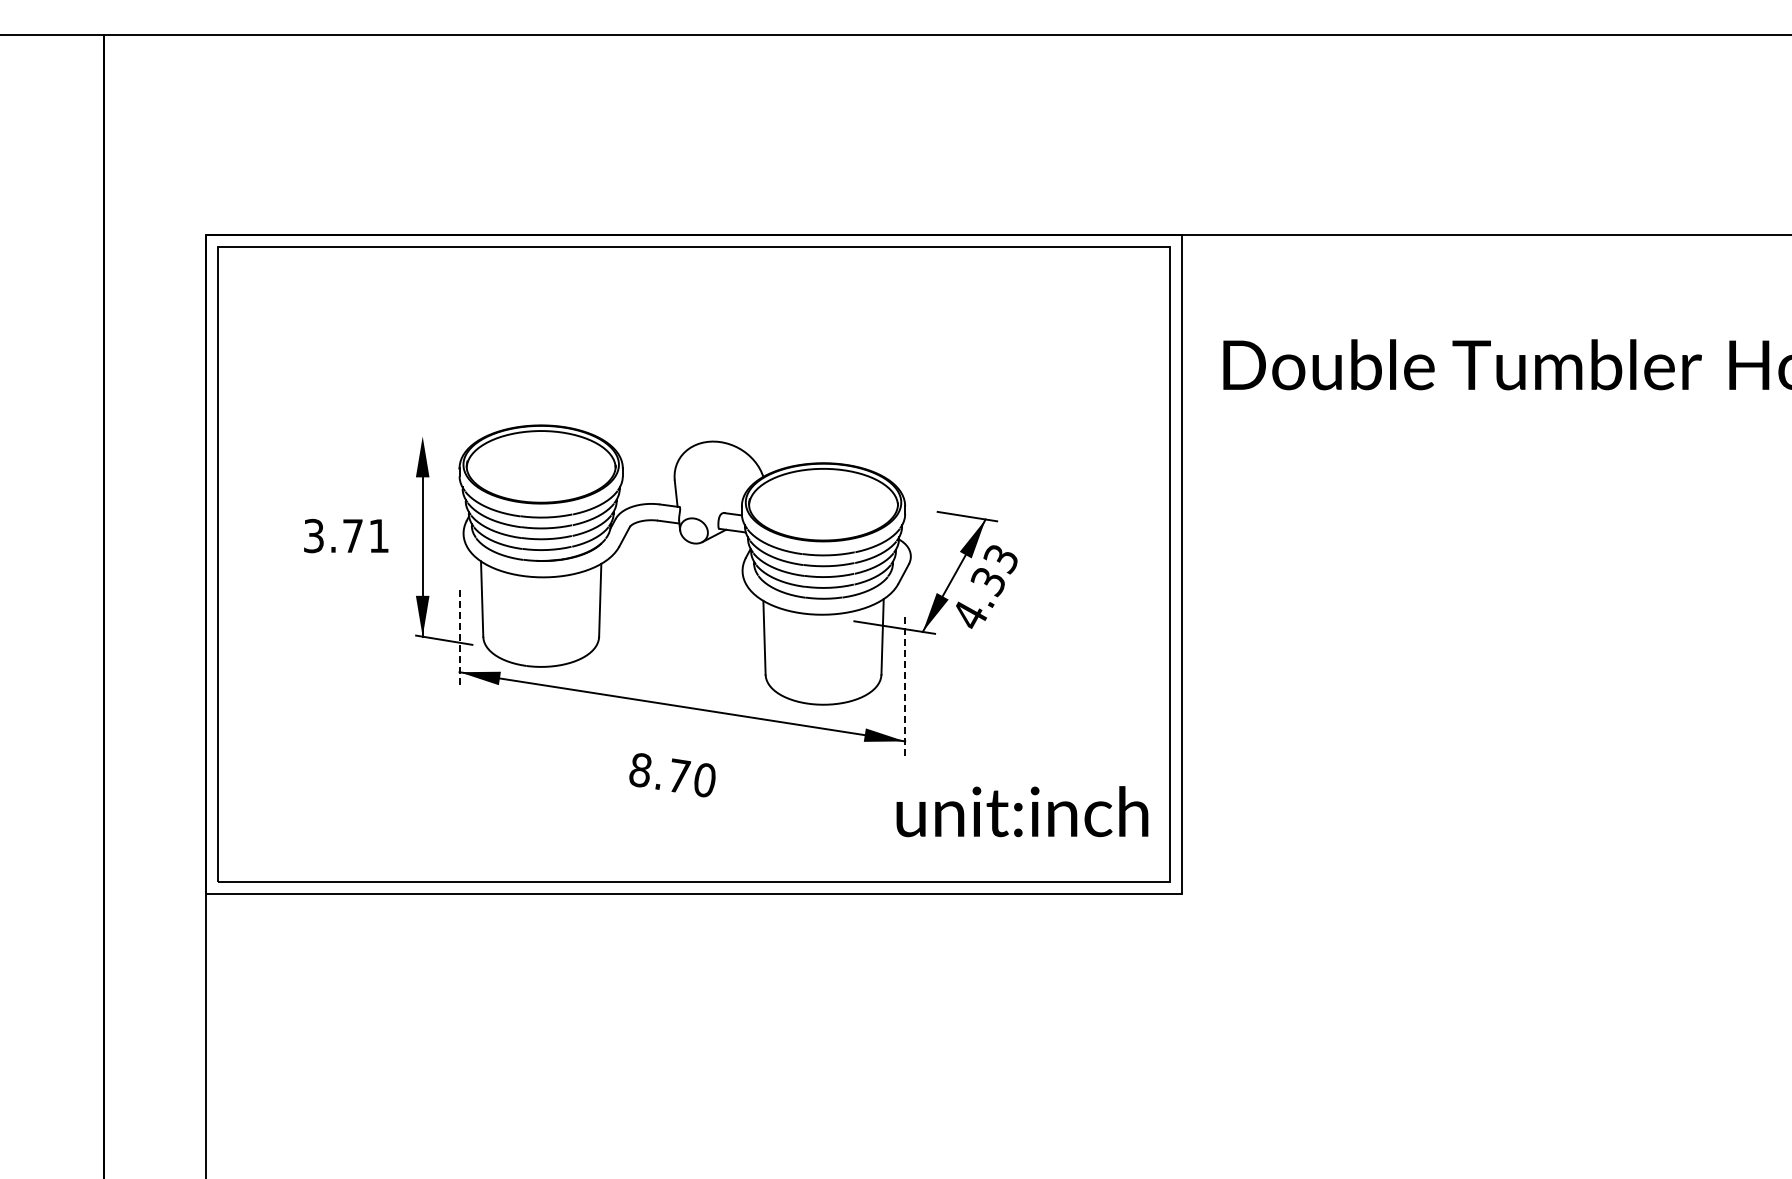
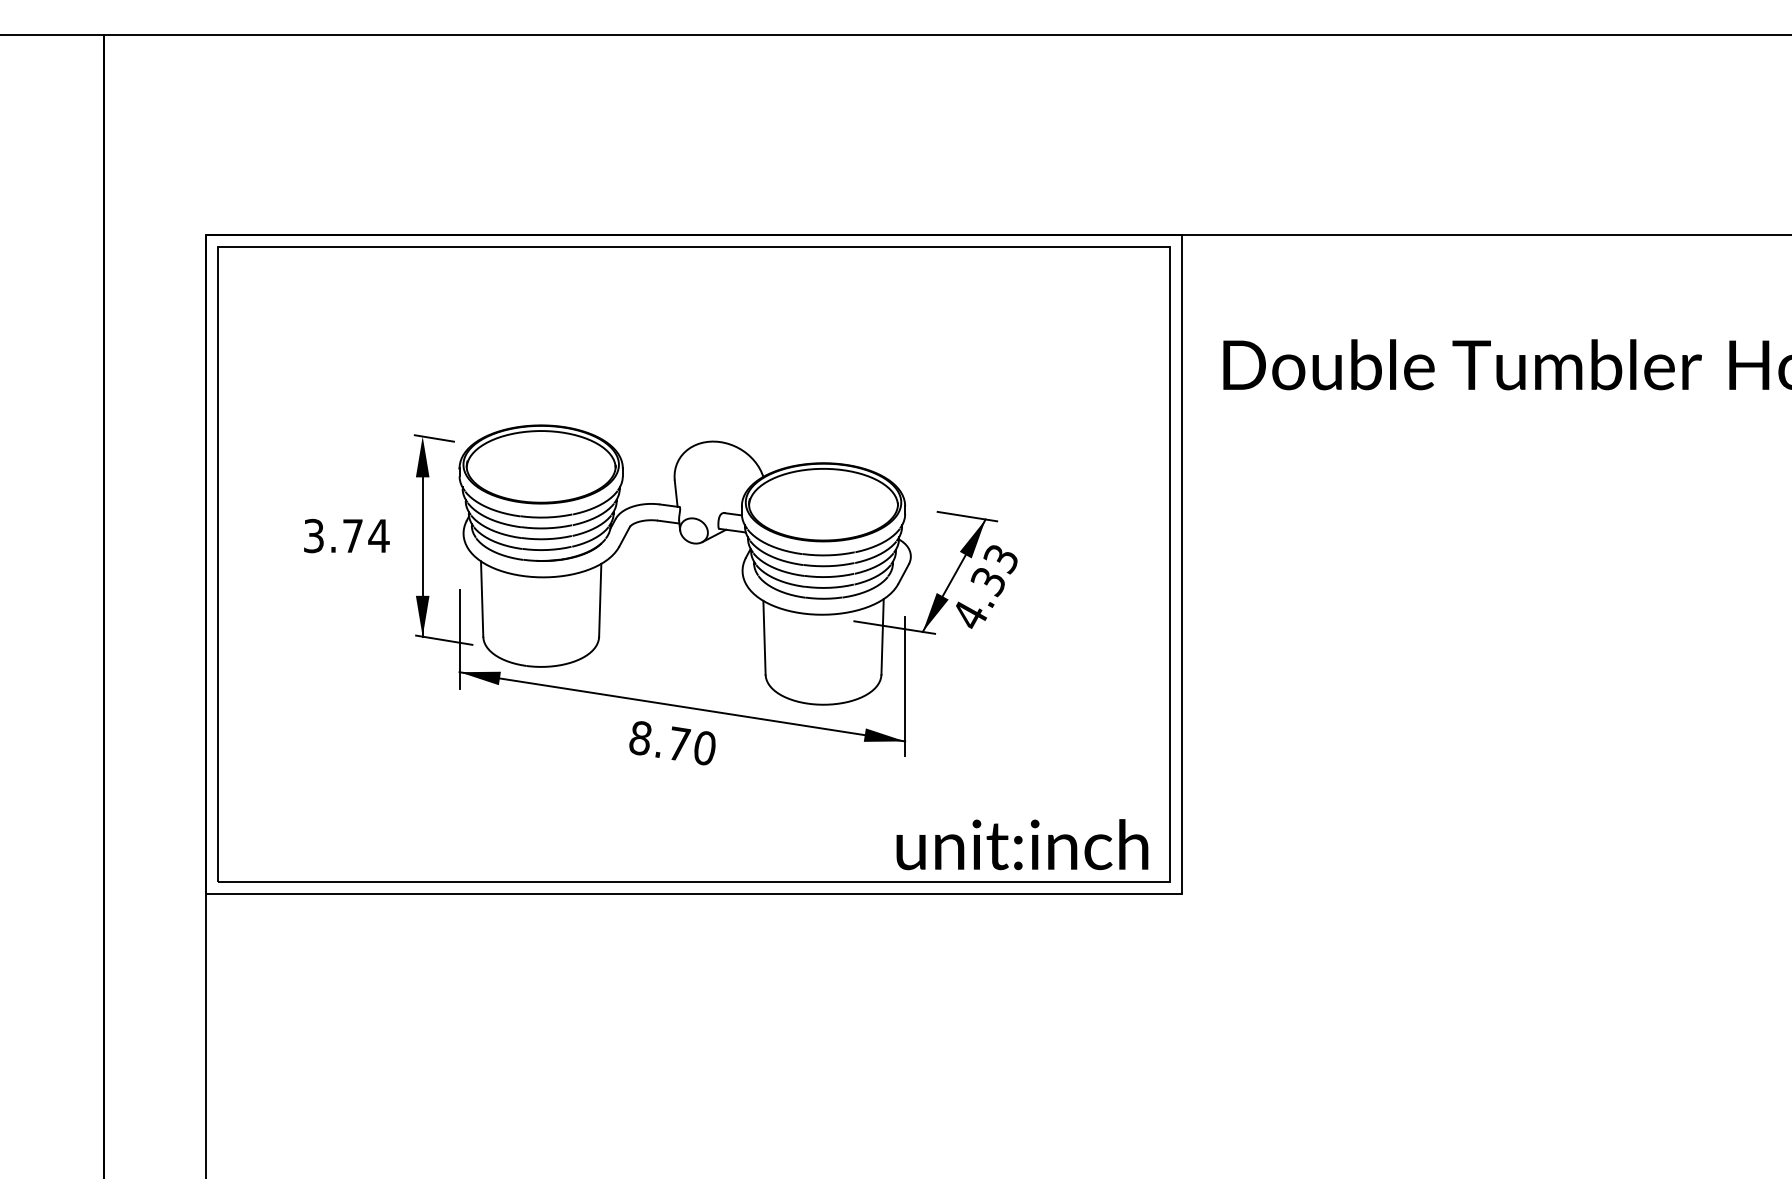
line at (434, 438): none -> present
text at (378, 535): 3.71 -> 3.74
line at (459, 639): dashed -> solid
line at (905, 686): dashed -> solid
text at (672, 775) position: (672, 775) -> (672, 743)
text at (1022, 811) position: (1022, 811) -> (1022, 844)
